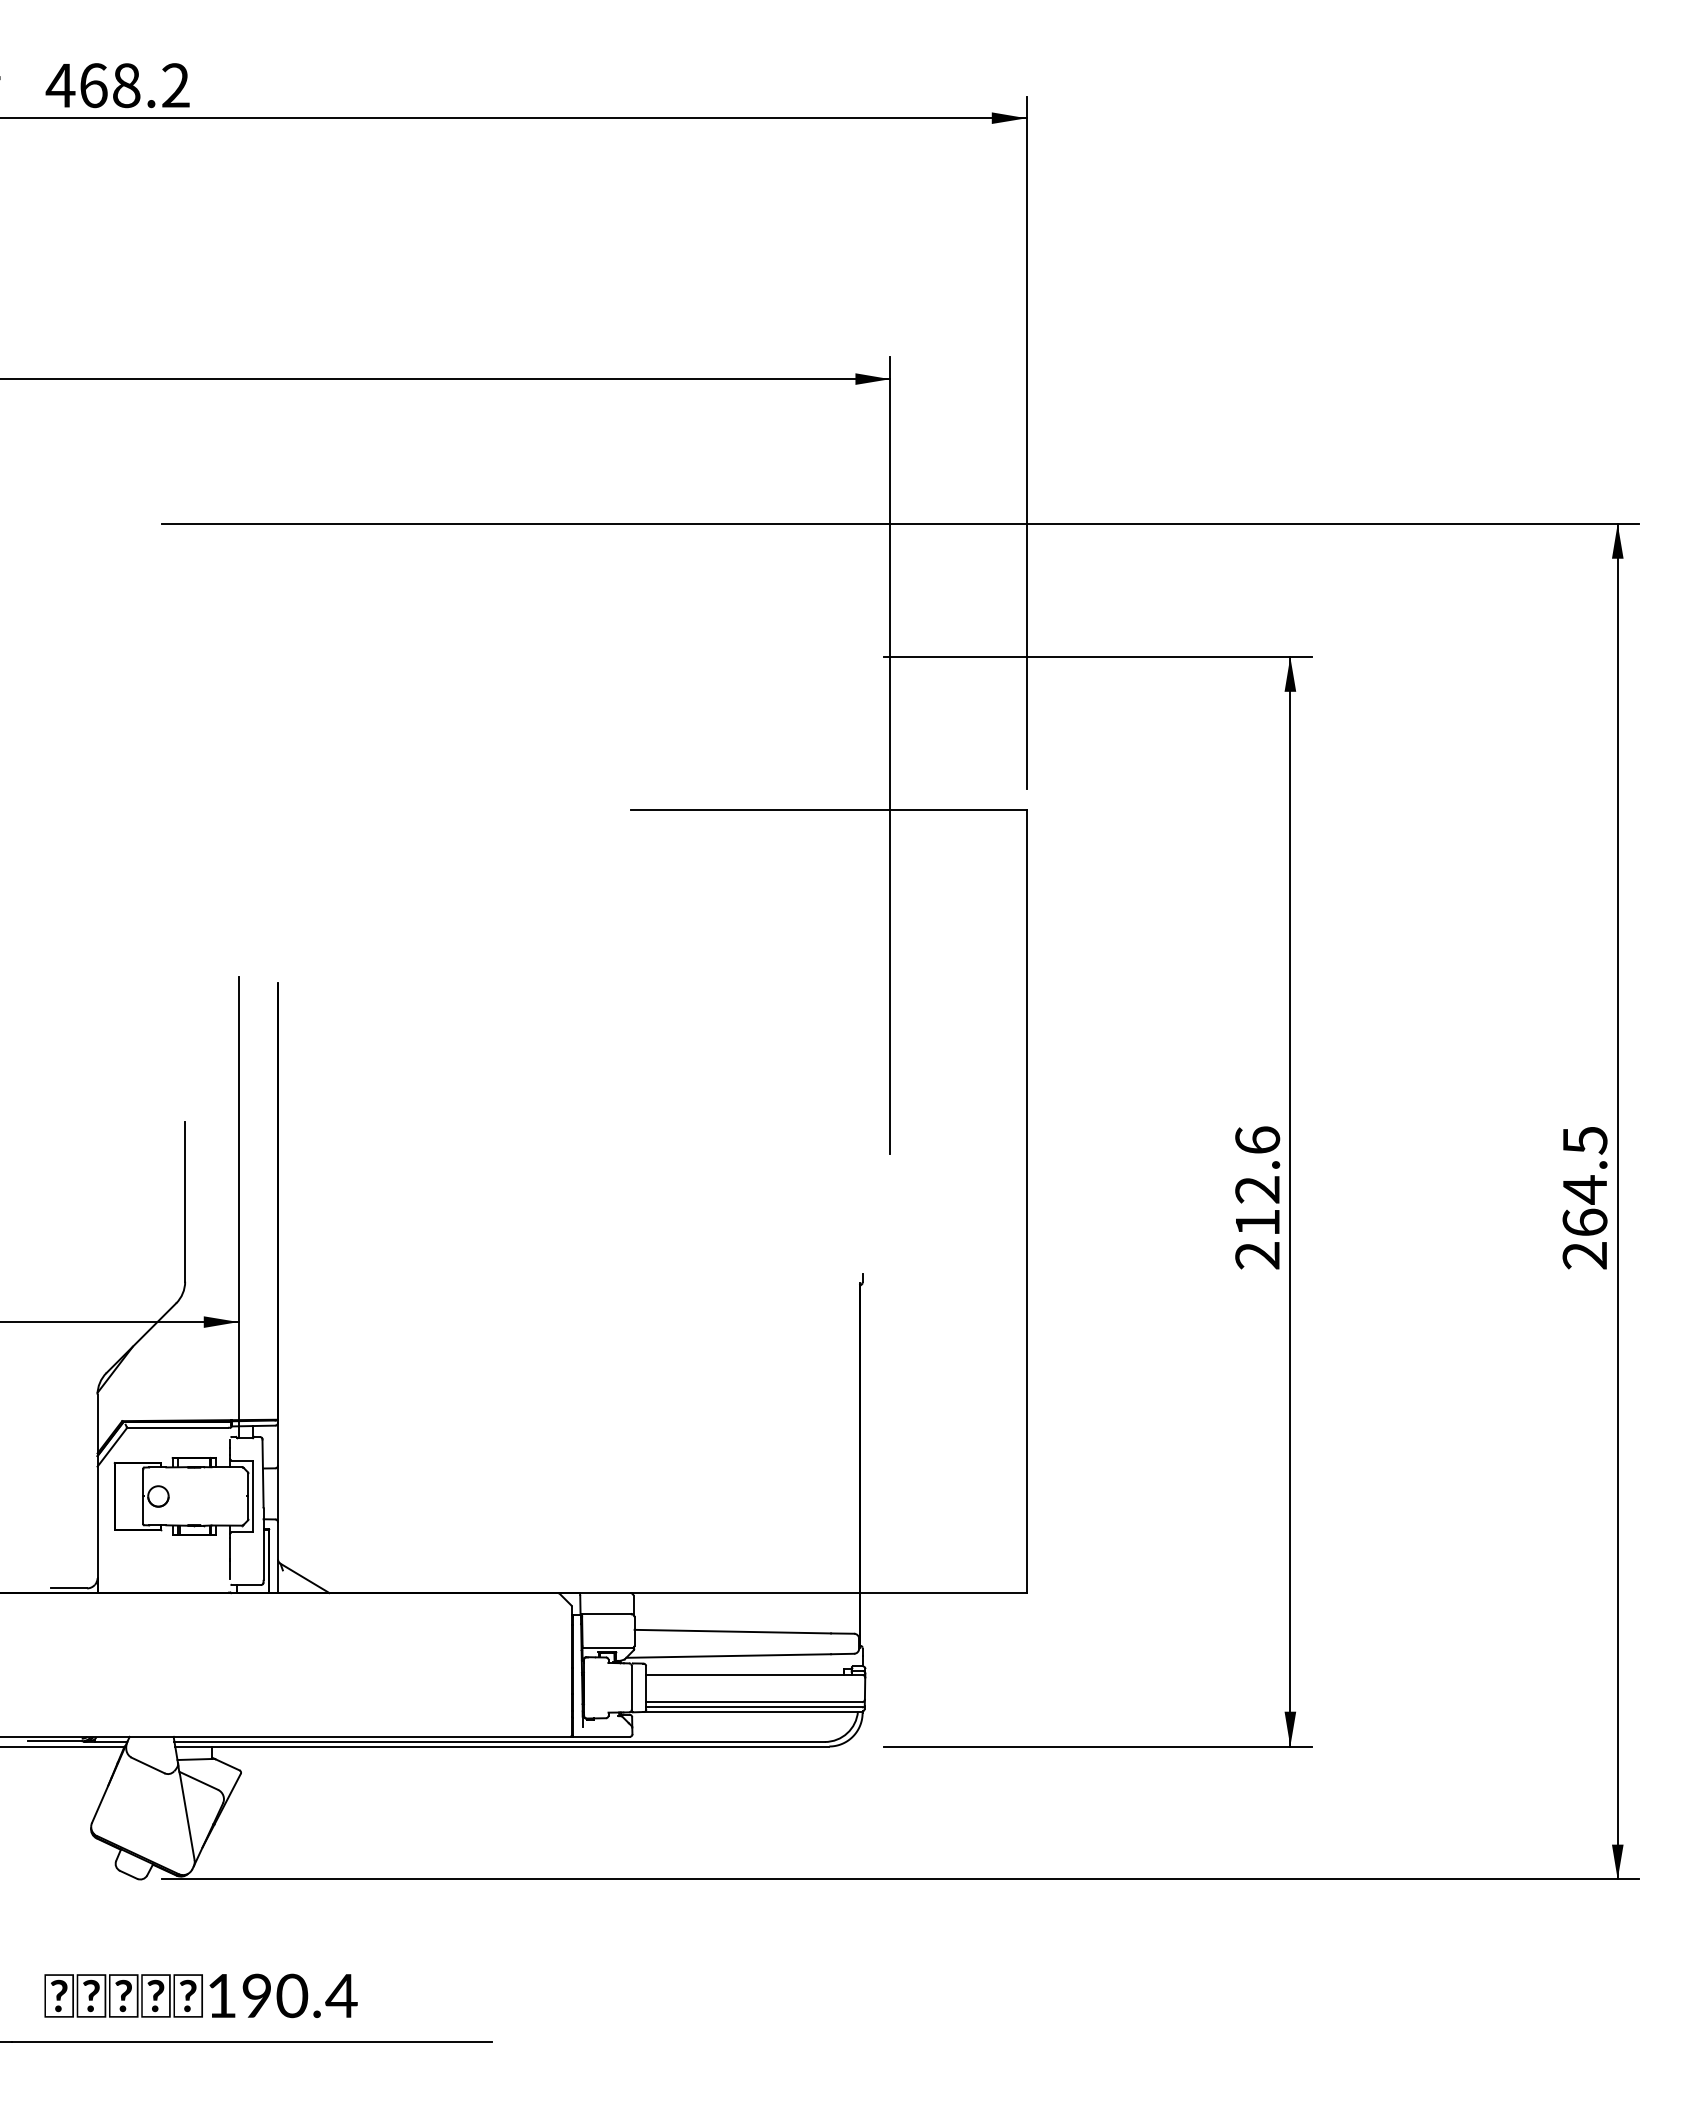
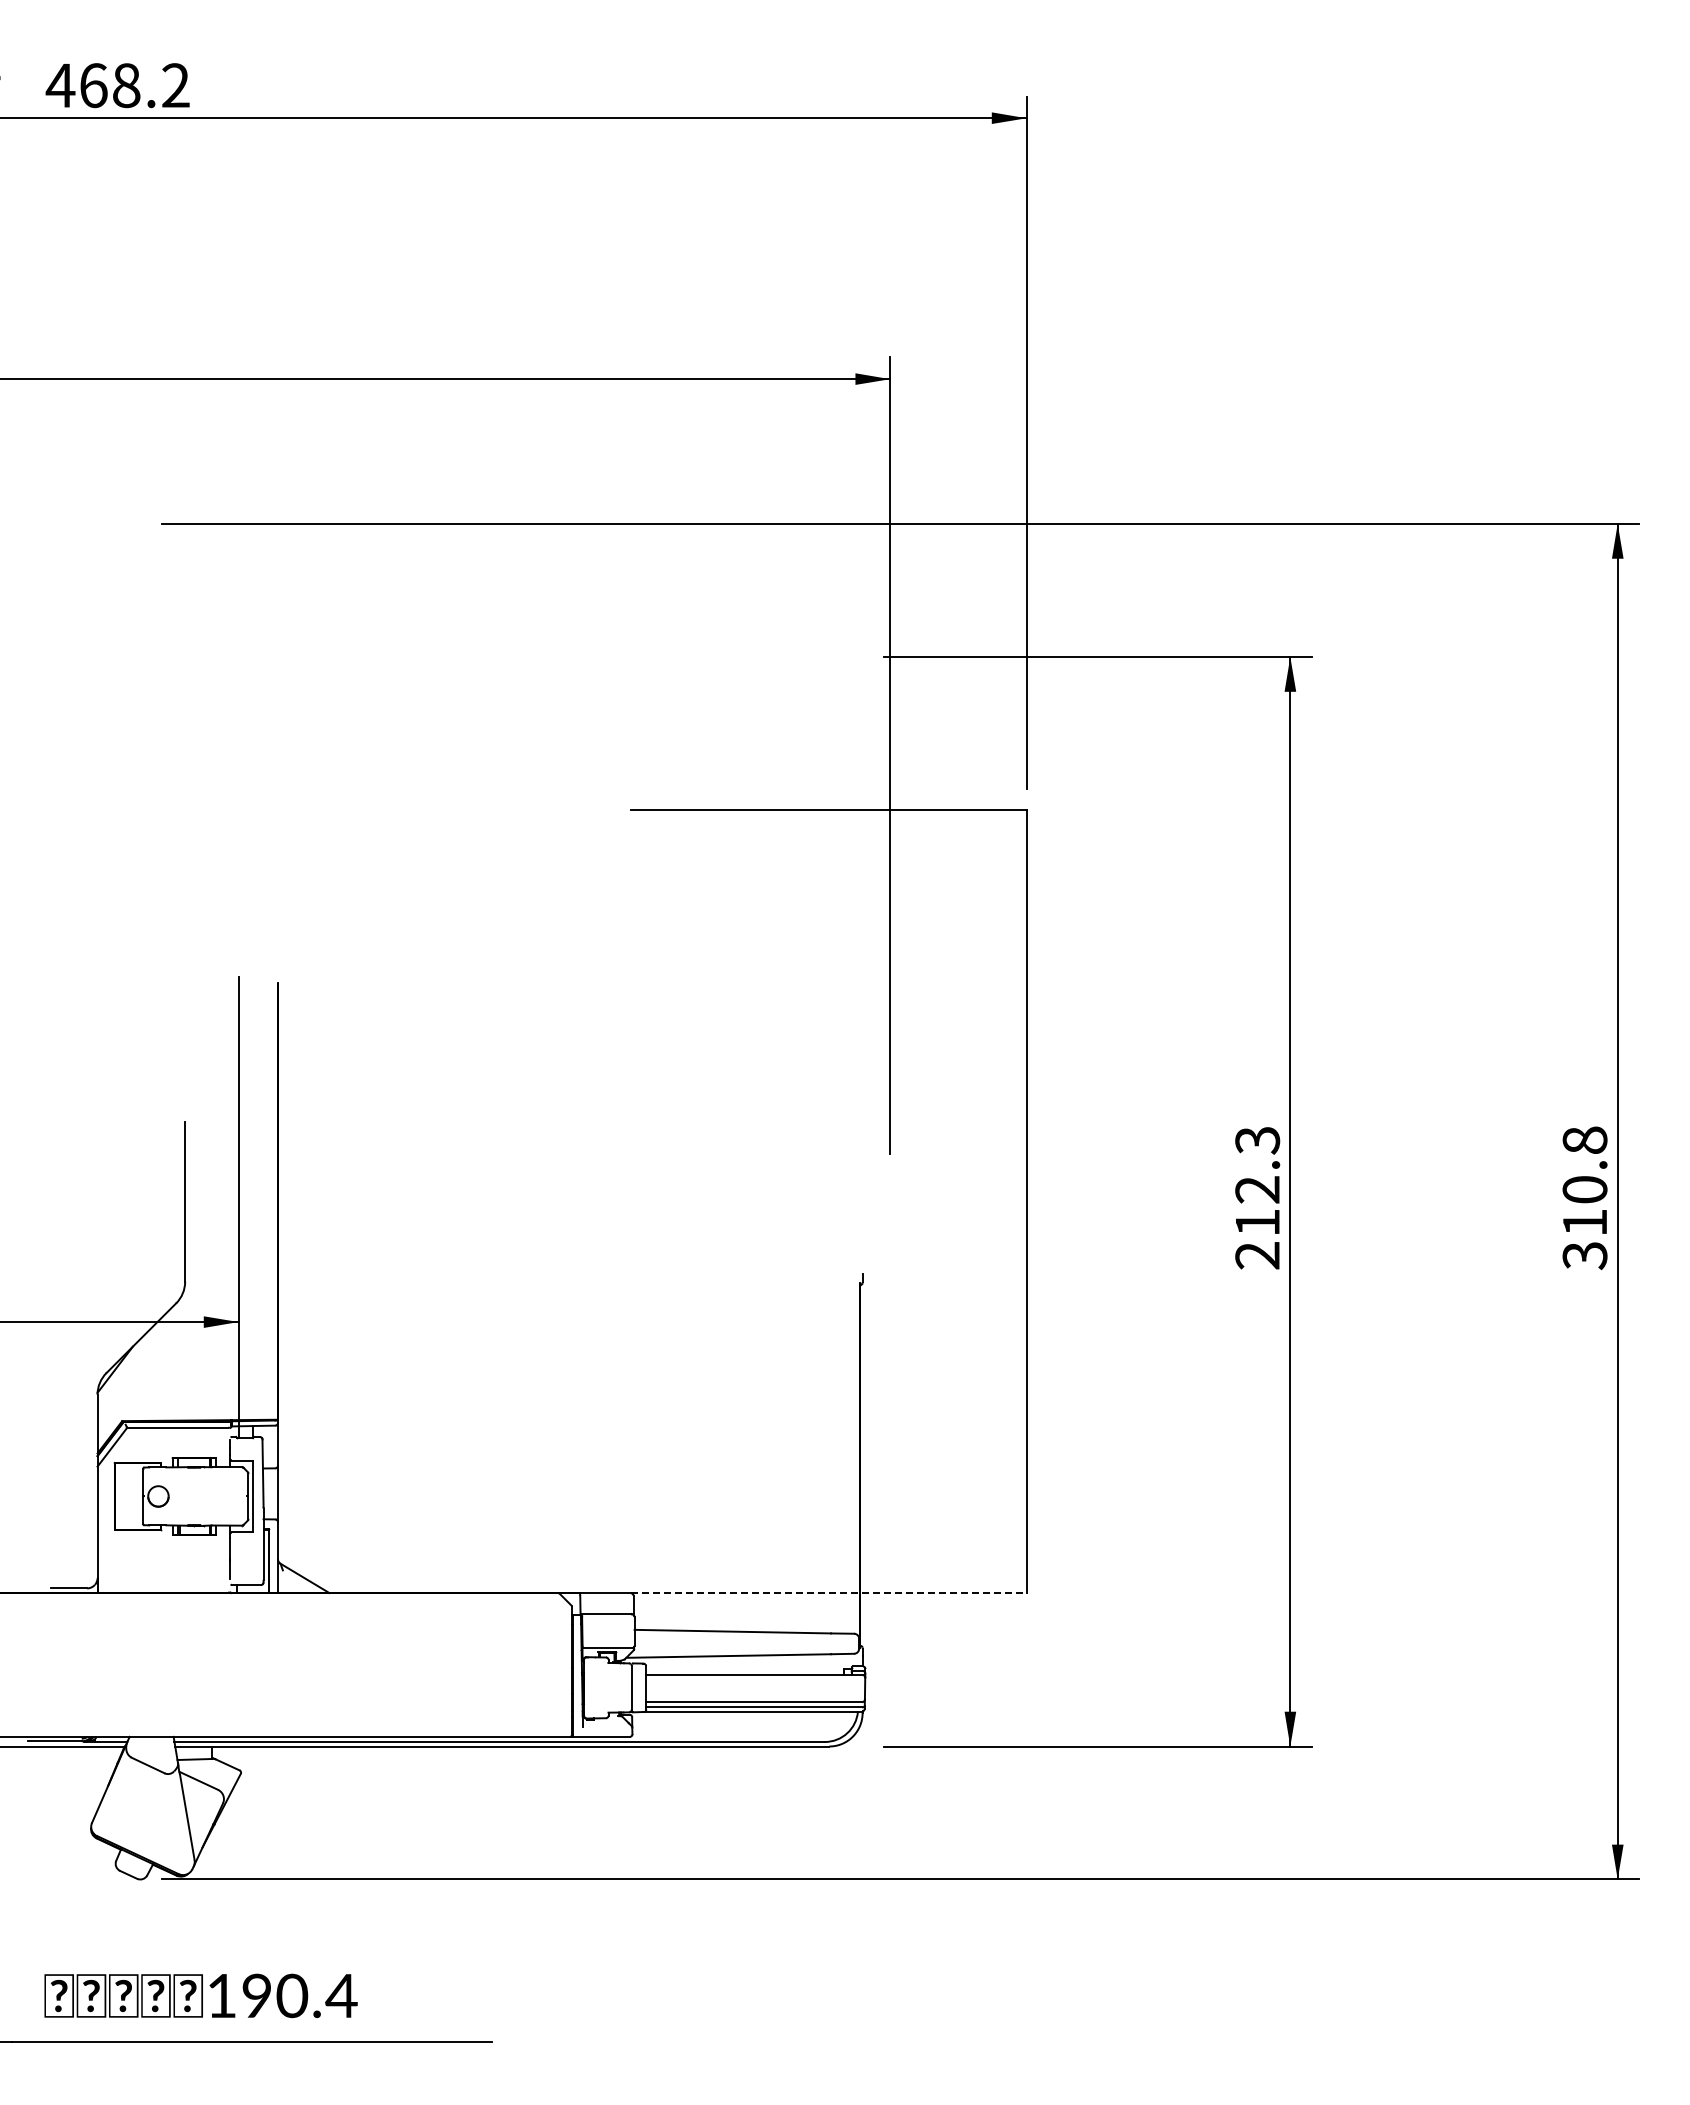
text at (1257, 1140): 212.6 -> 212.3
text at (1584, 1198): 264.5 -> 310.8
line at (828, 1593): solid -> dashed
